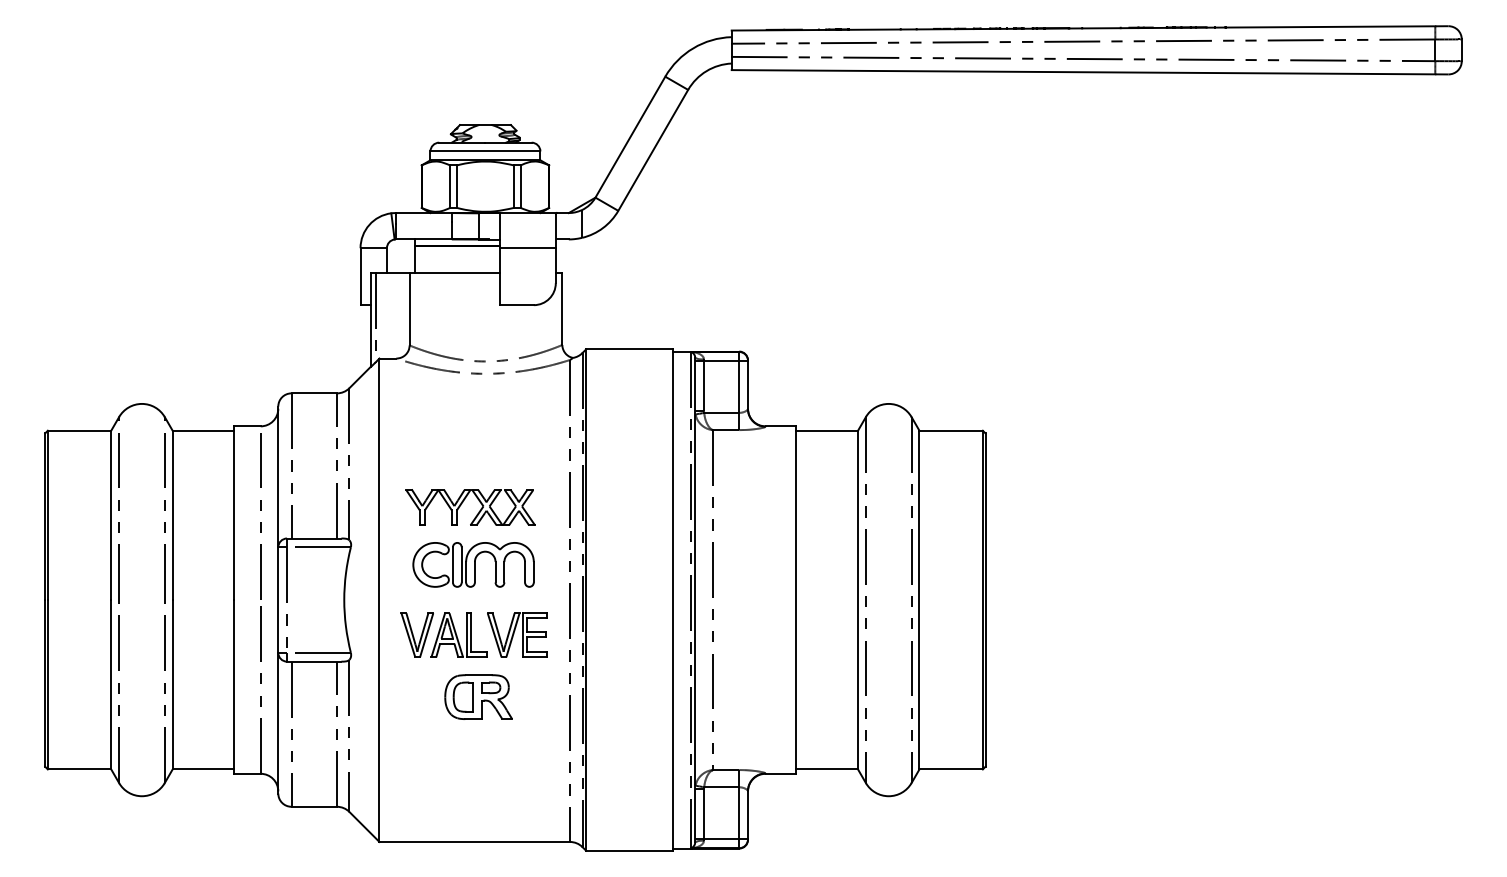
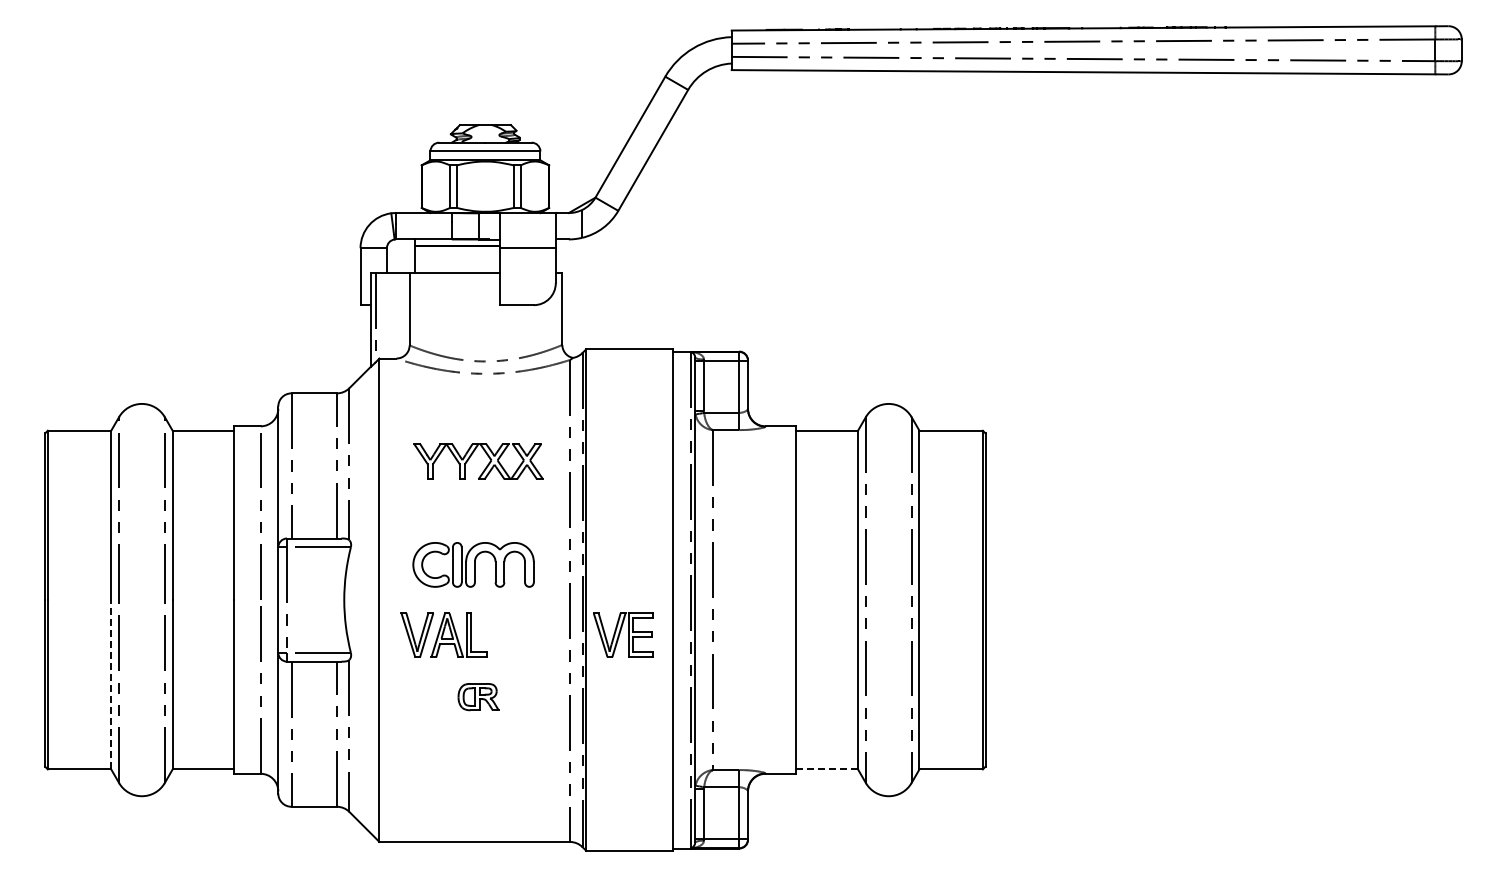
part at (463, 502) position: (463, 502) -> (471, 456)
part at (517, 634) position: (517, 634) -> (623, 634)
line at (111, 684): solid -> dashed
part at (478, 696) size: 69x46 px -> 43x29 px
line at (827, 769): solid -> dashed
